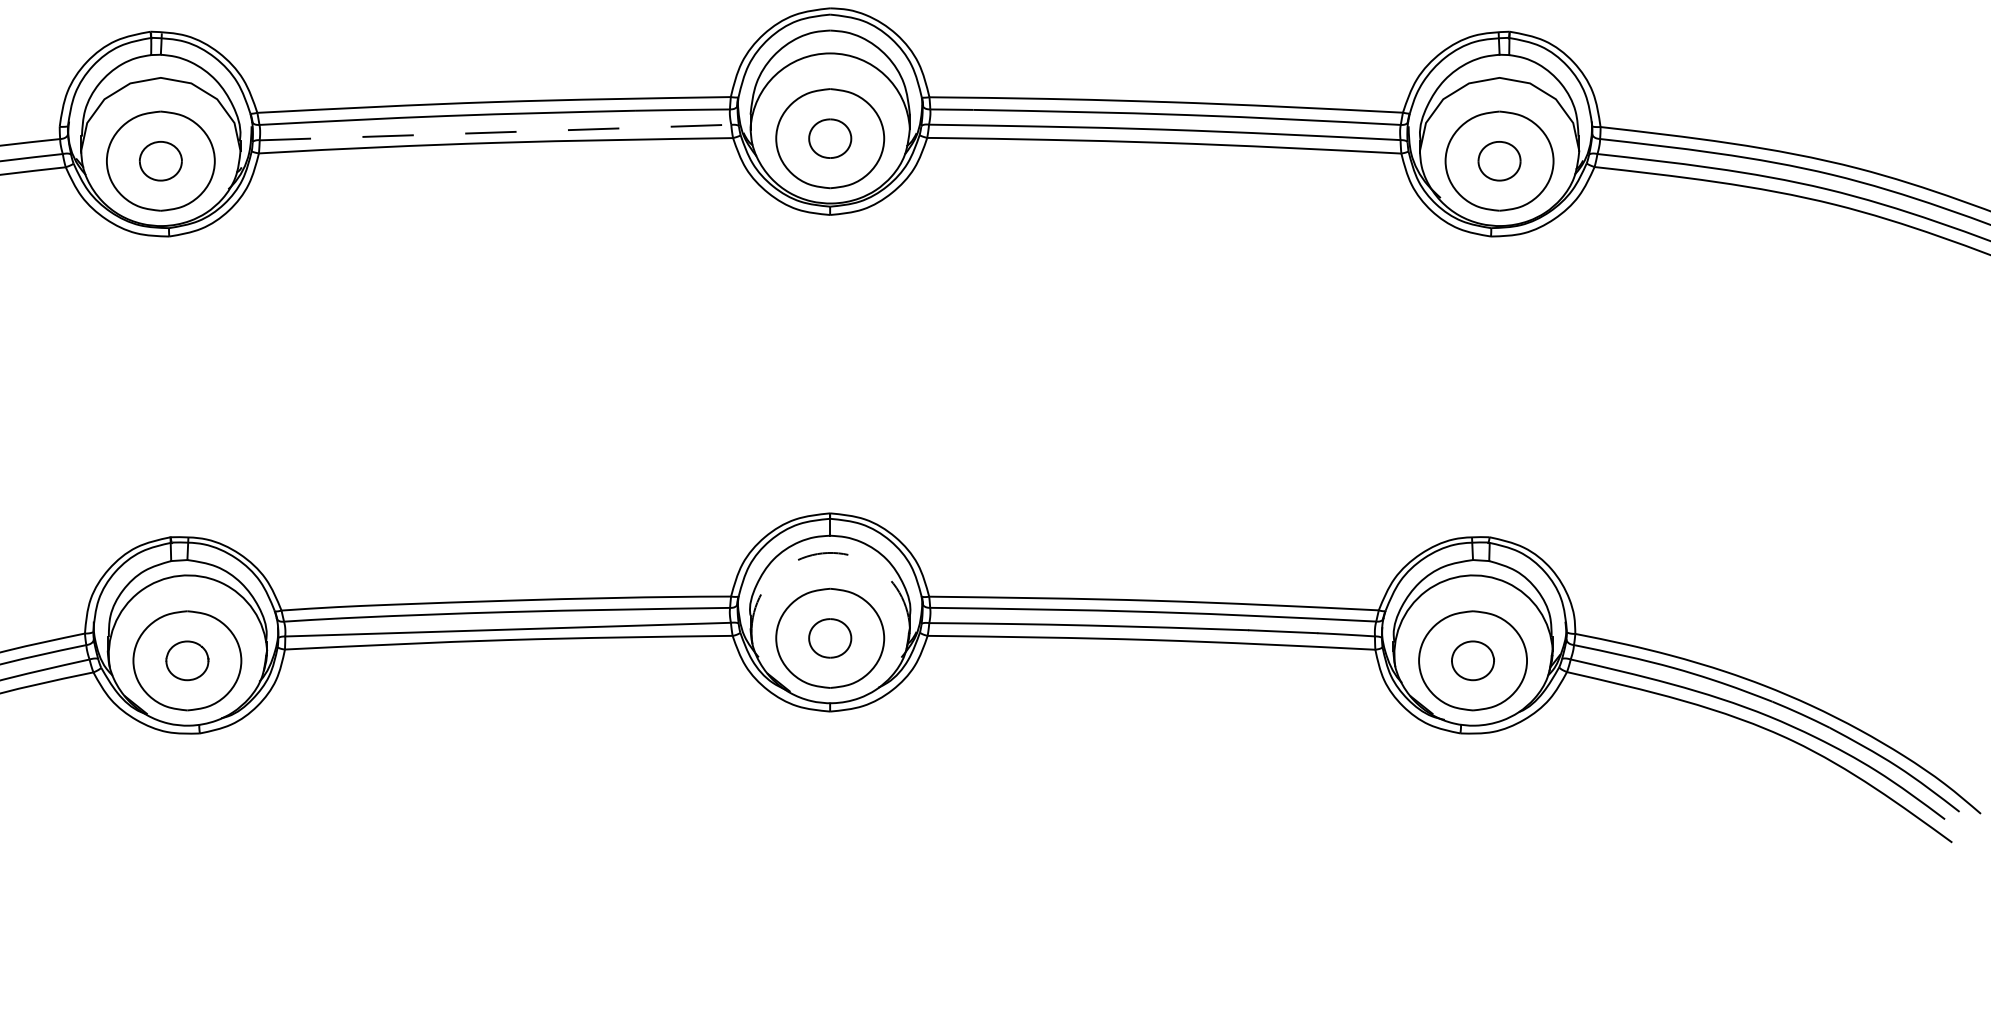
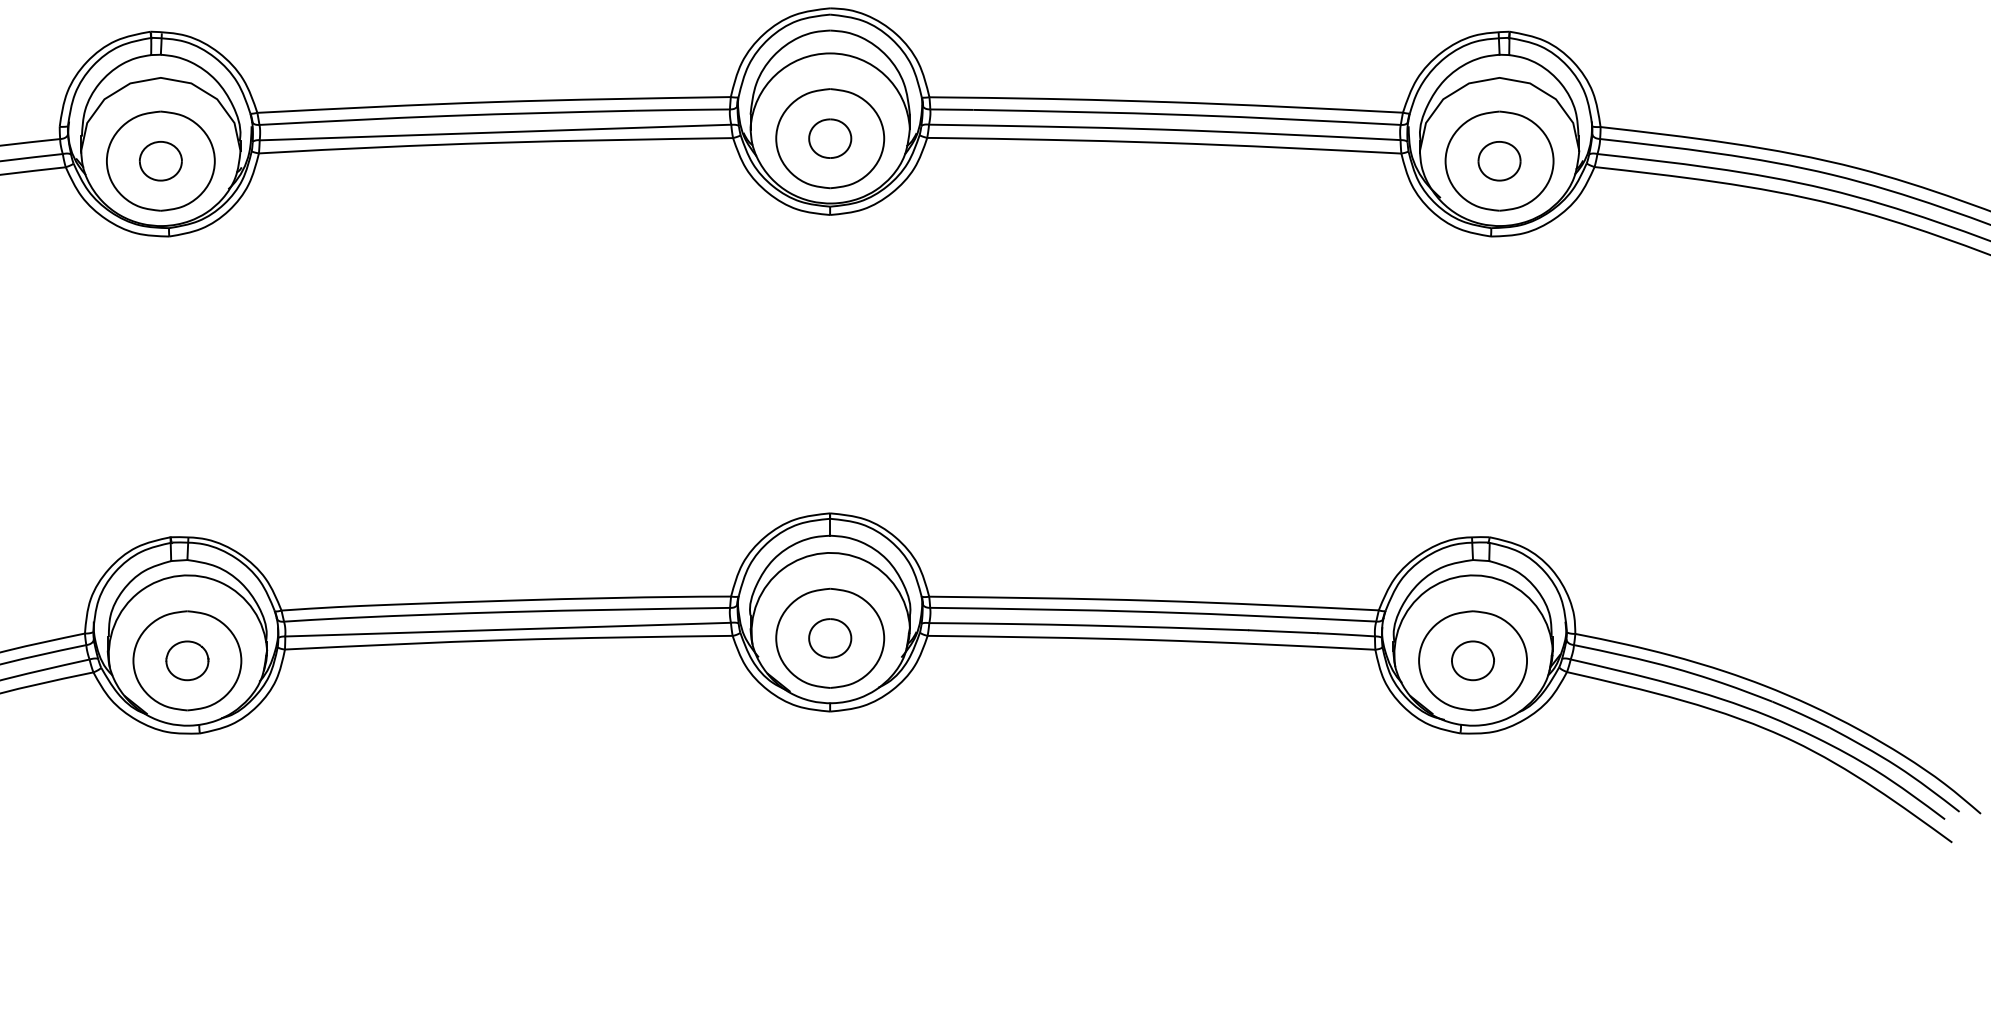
line at (495, 132): dashed -> solid
arc at (822, 553): dashed -> solid
